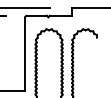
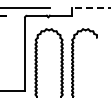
line at (90, 7): solid -> dashed
